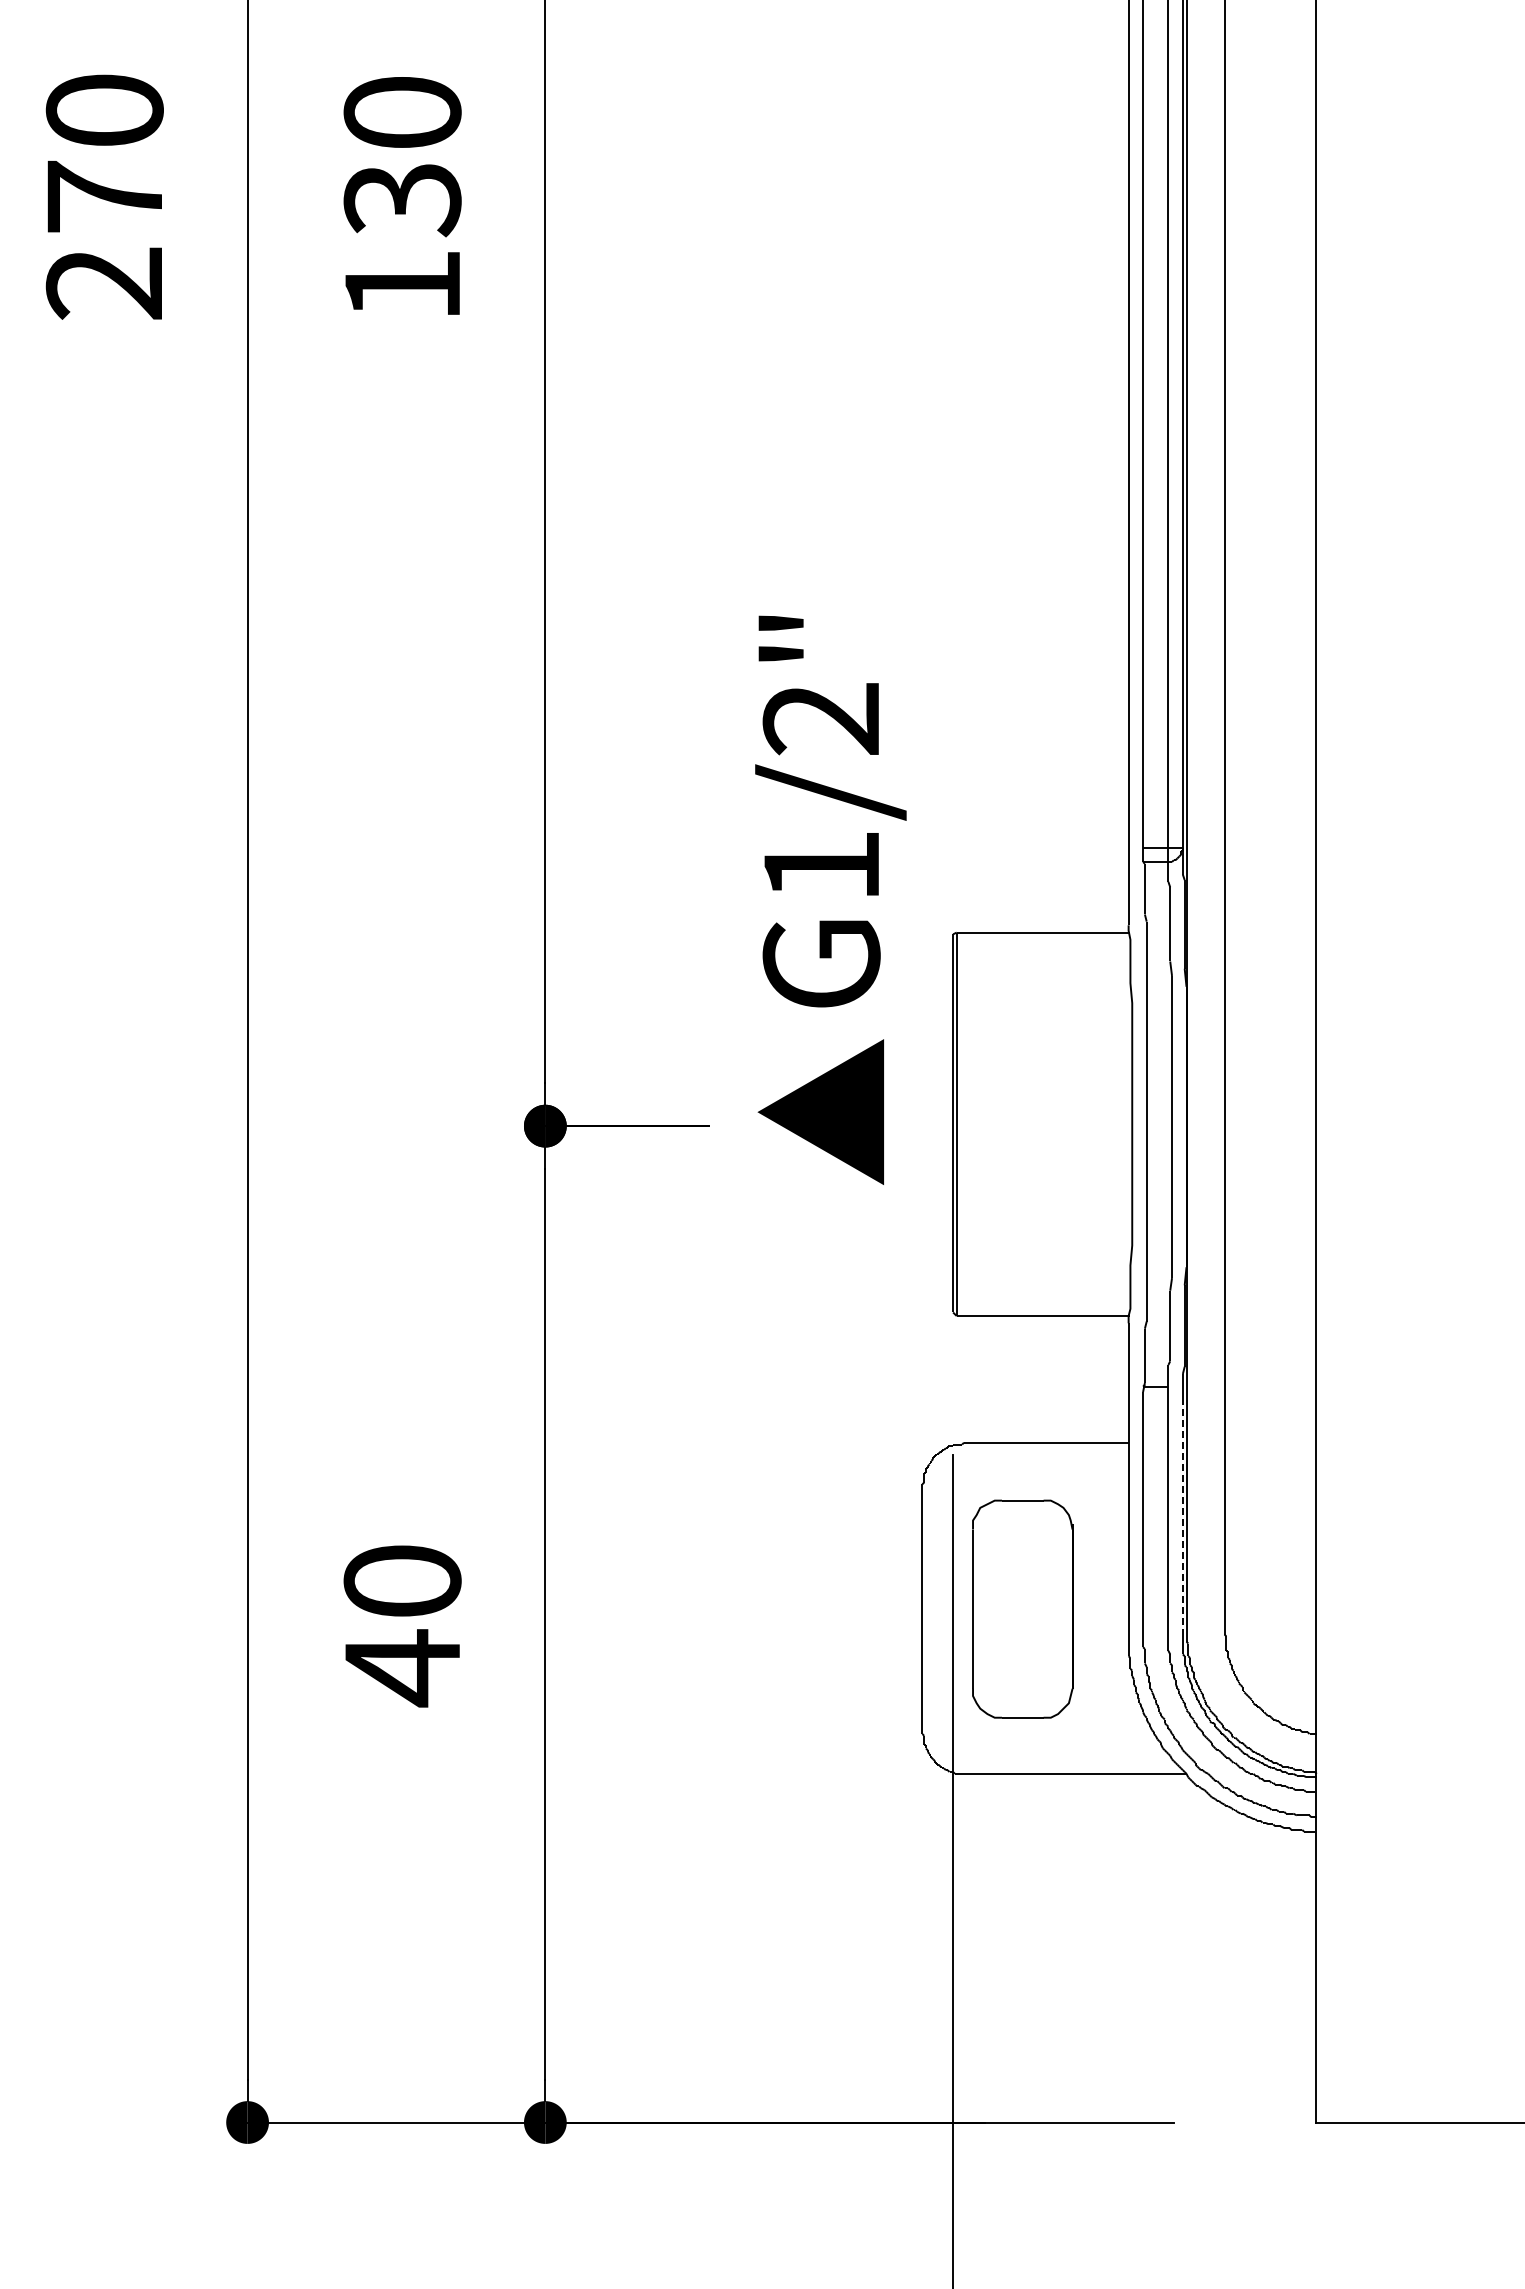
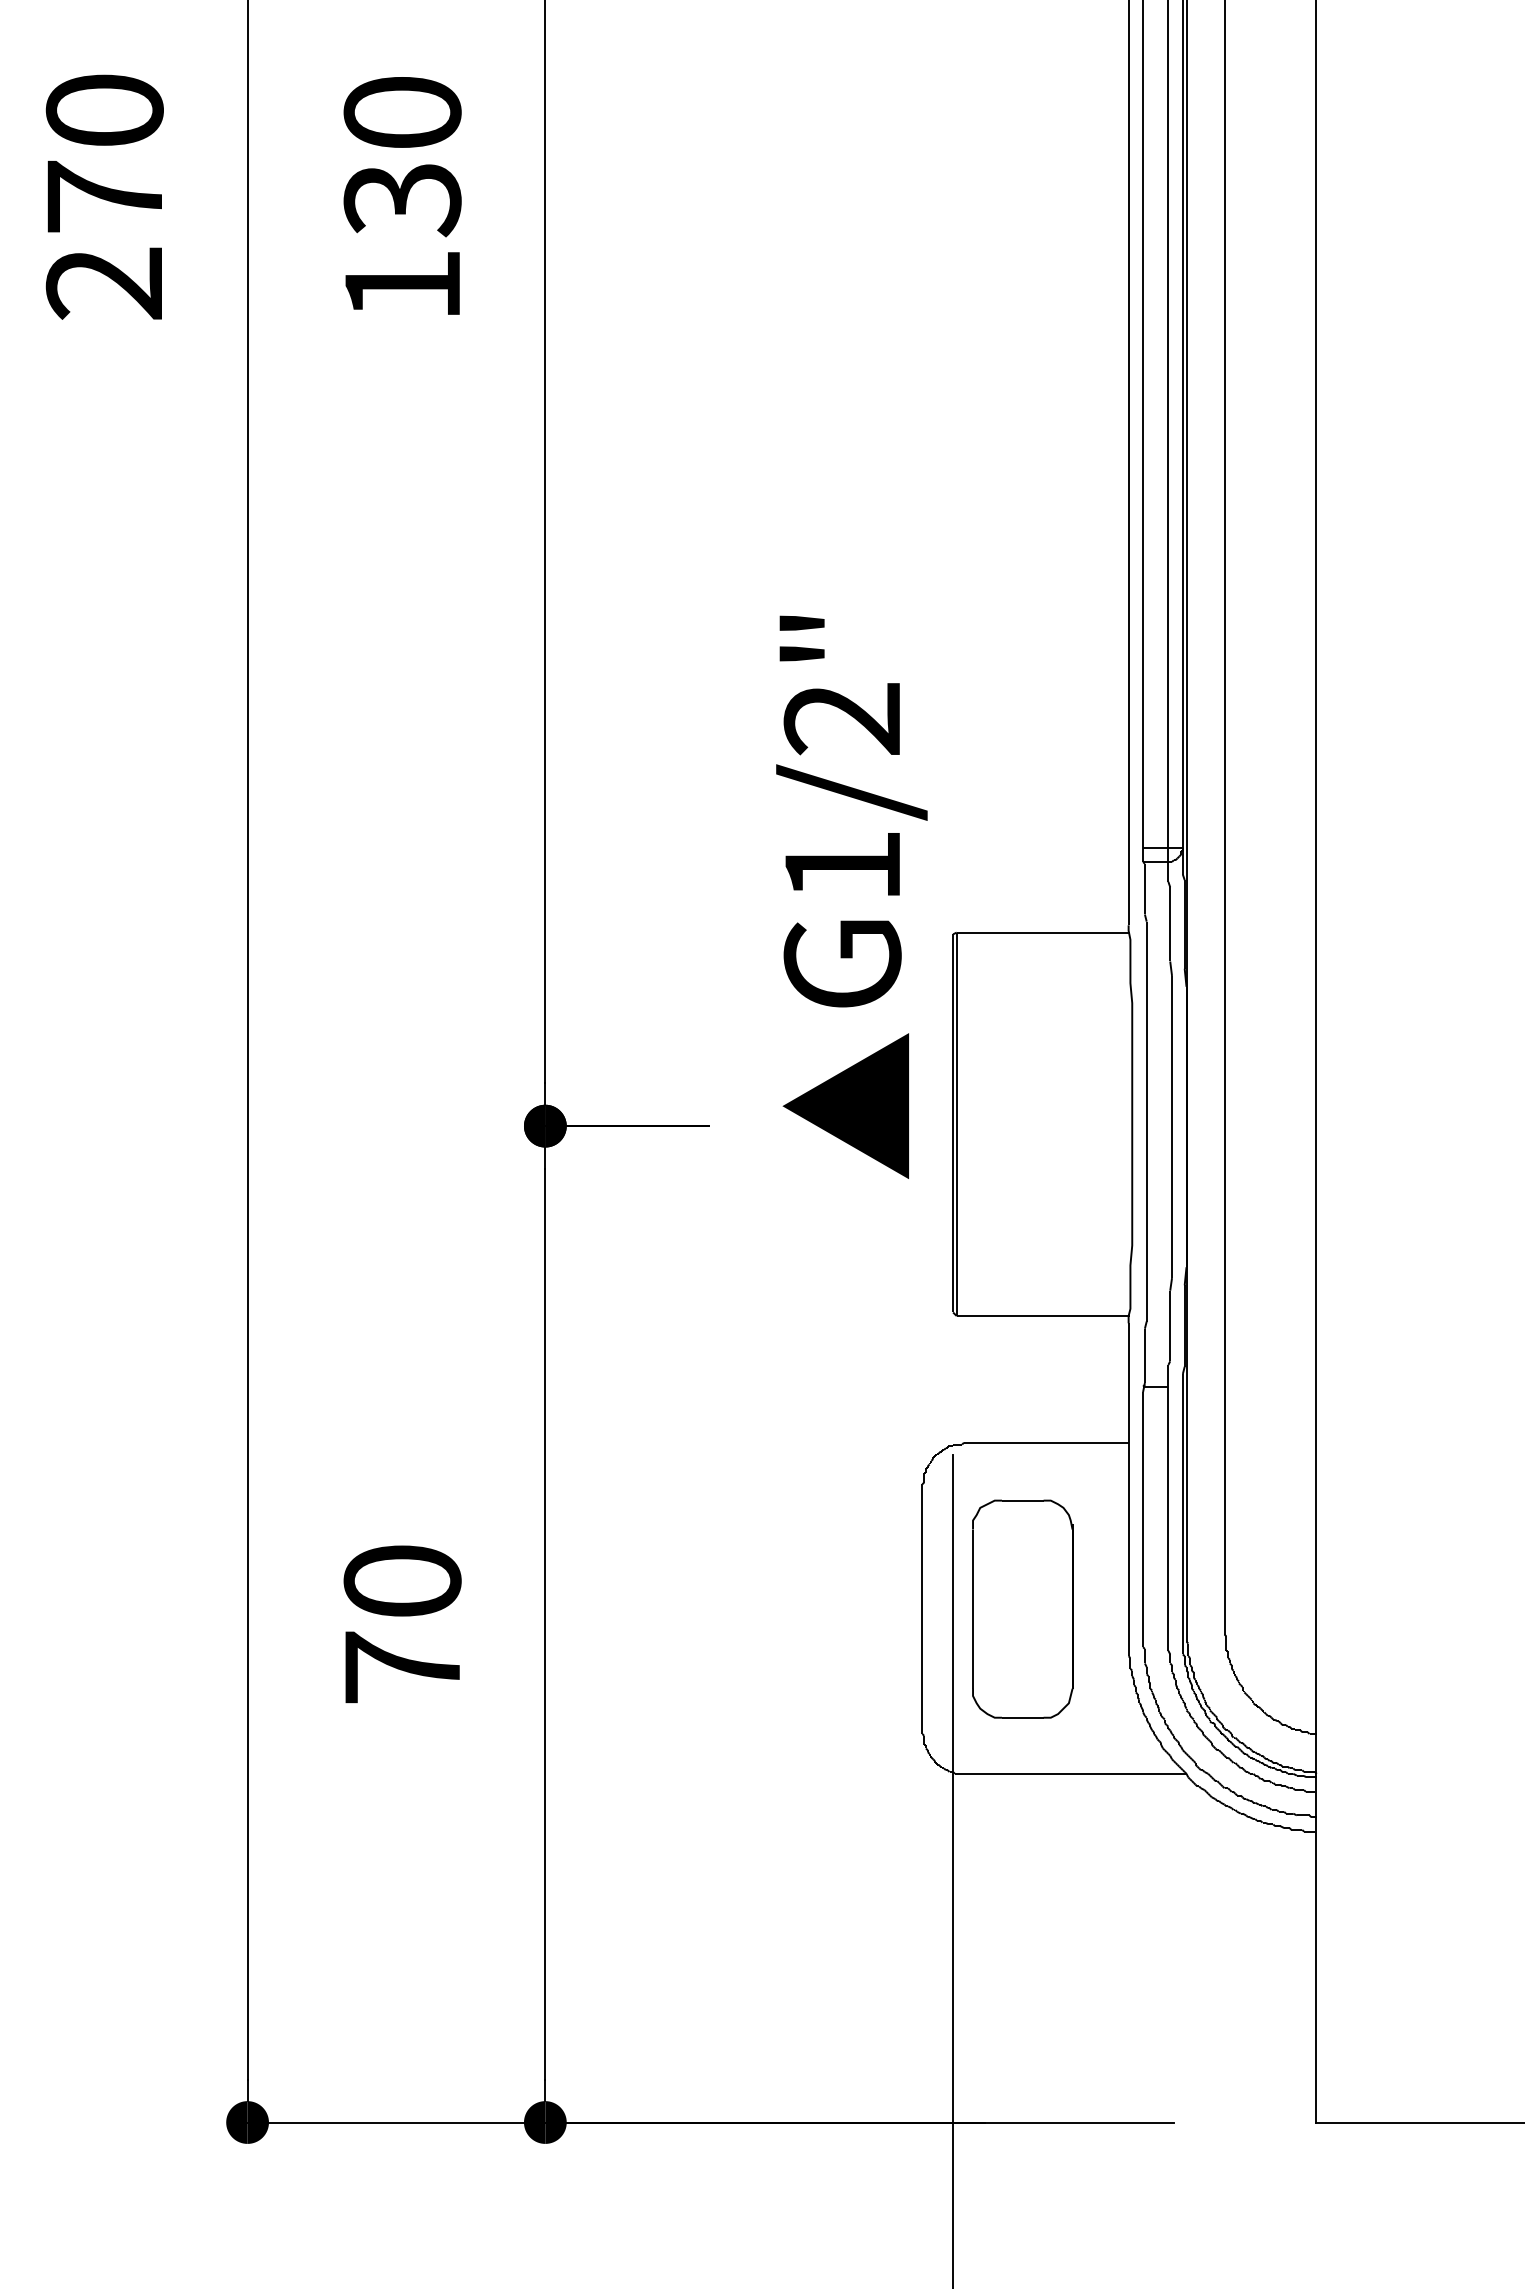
text at (830, 811) position: (830, 811) -> (851, 811)
text at (820, 1111) position: (820, 1111) -> (845, 1105)
line at (1182, 1517): dashed -> solid
text at (402, 1668): 40 -> 70
